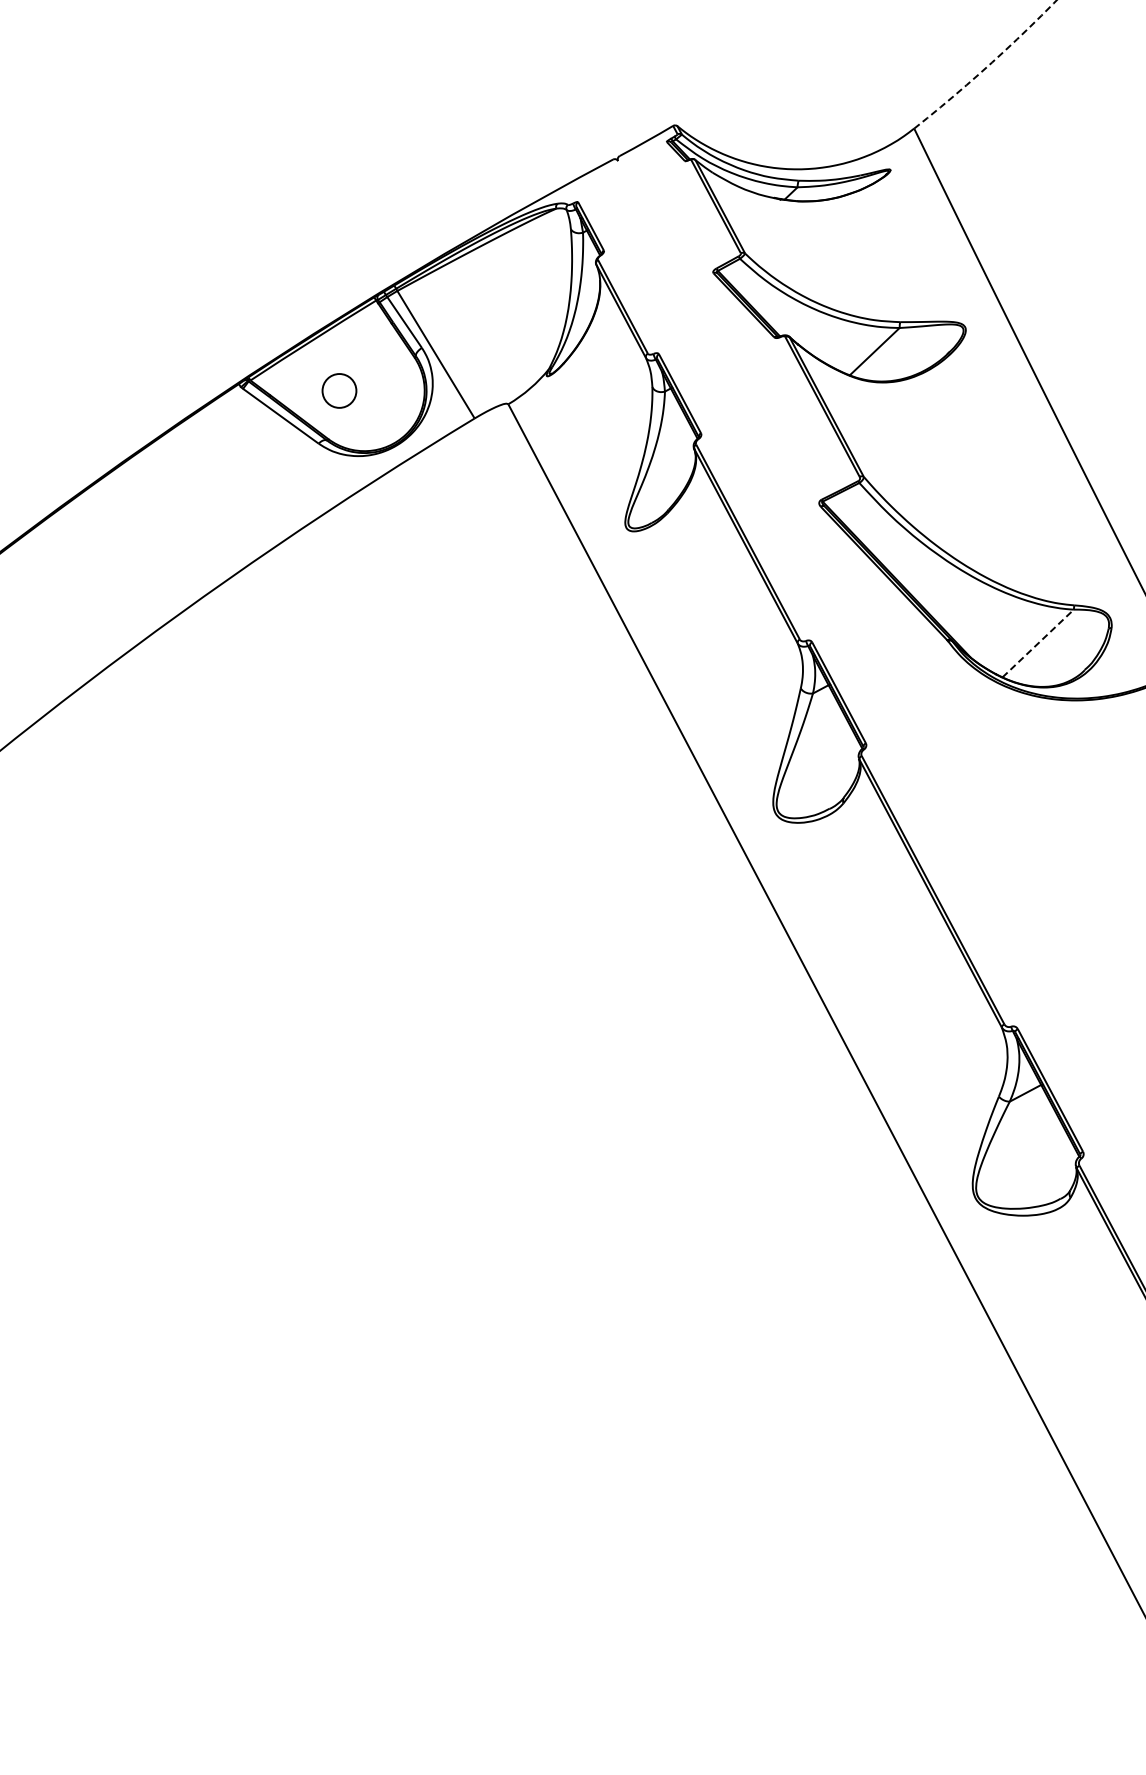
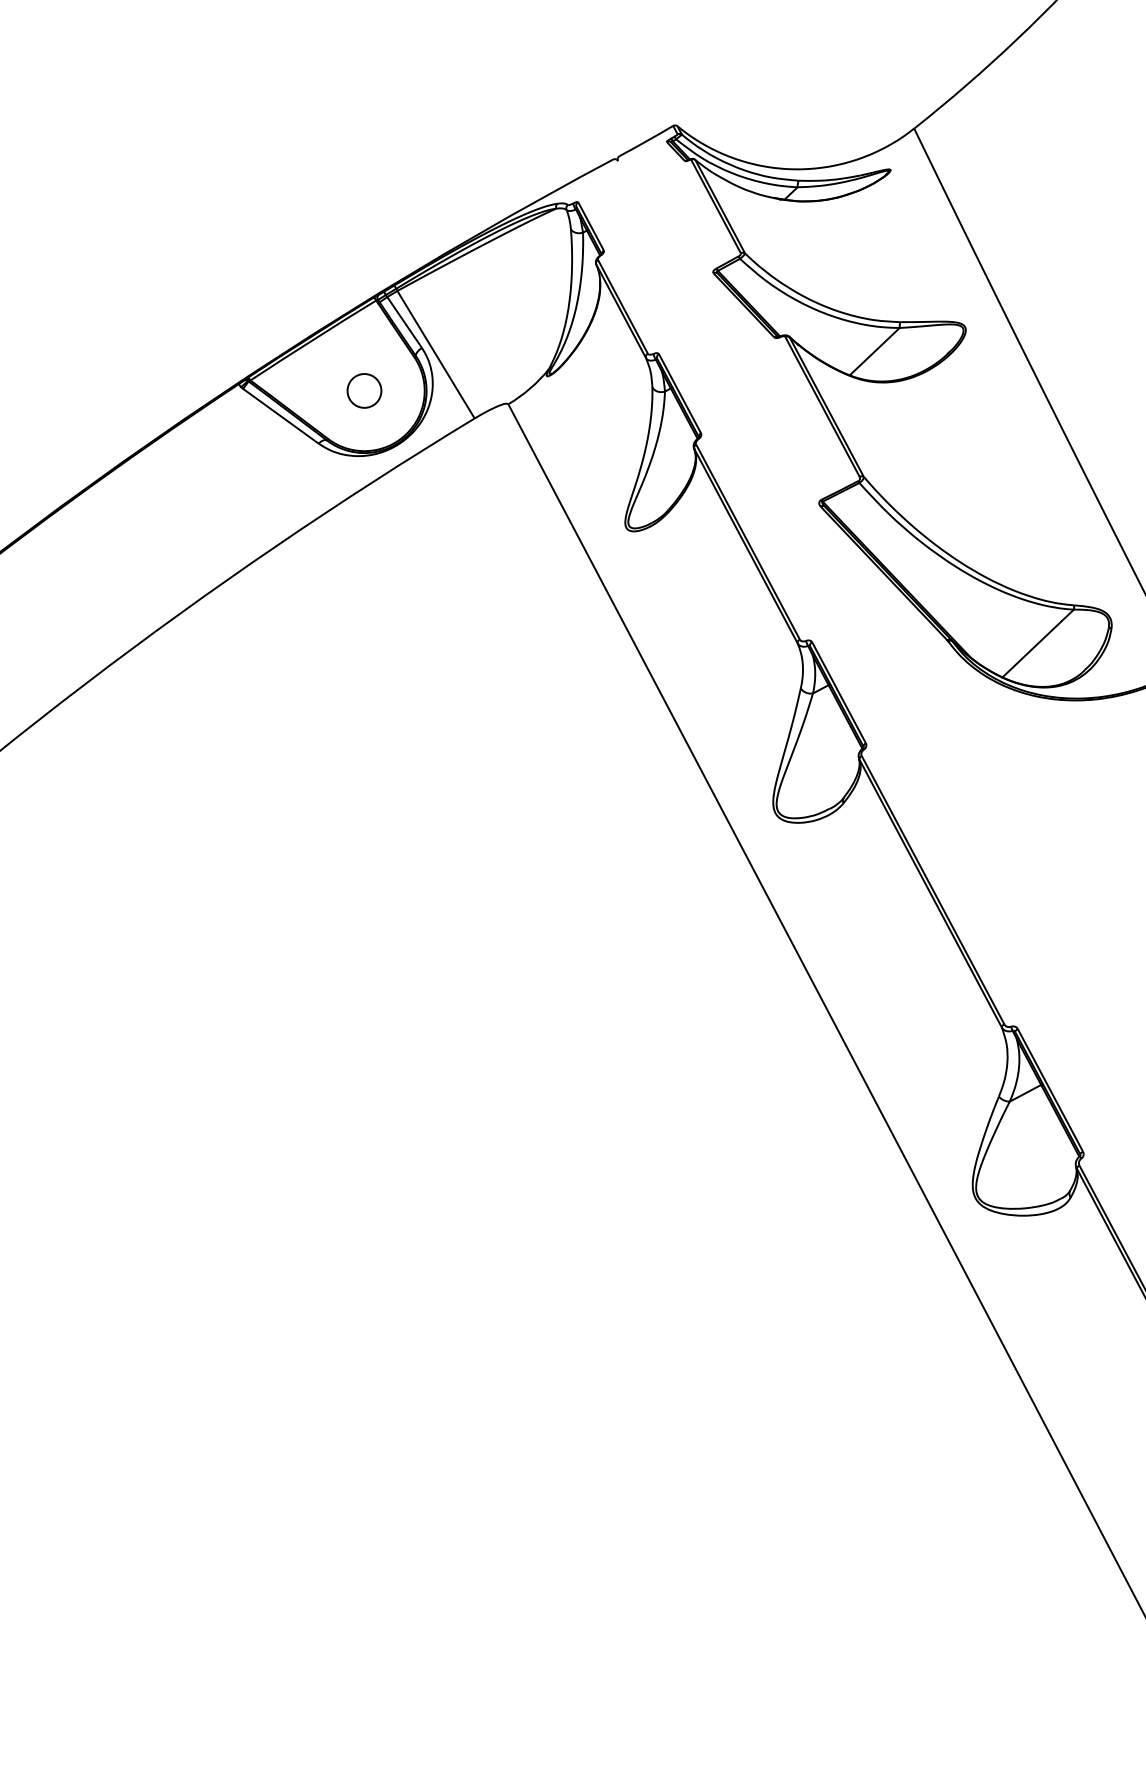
arc at (987, 66): dashed -> solid
circle at (339, 390) position: (339, 390) -> (364, 390)
line at (1038, 643): dashed -> solid
